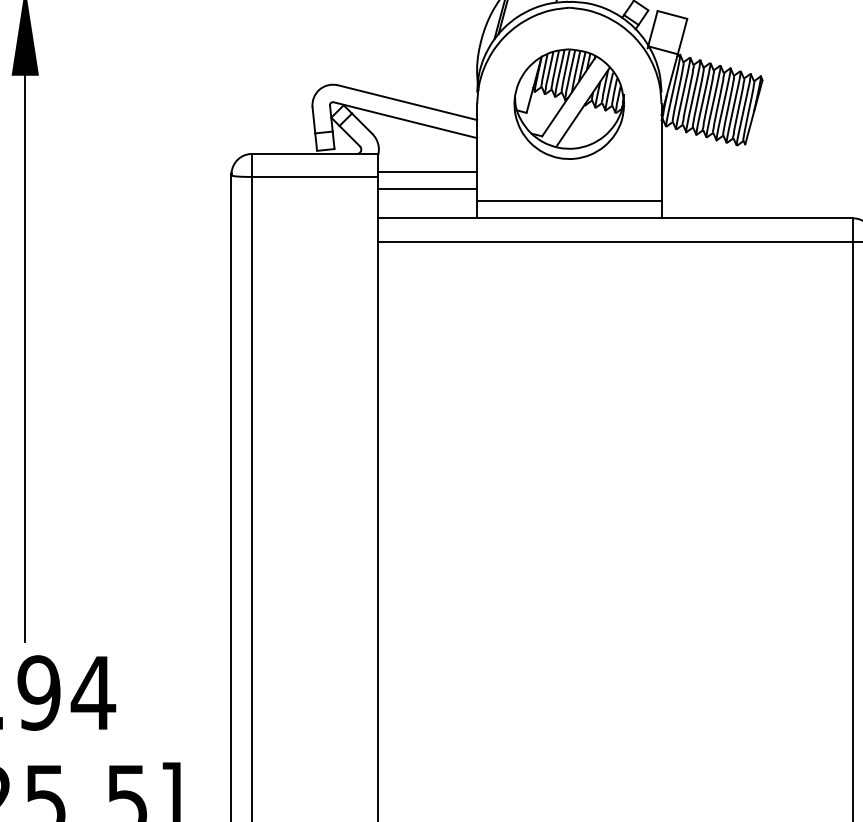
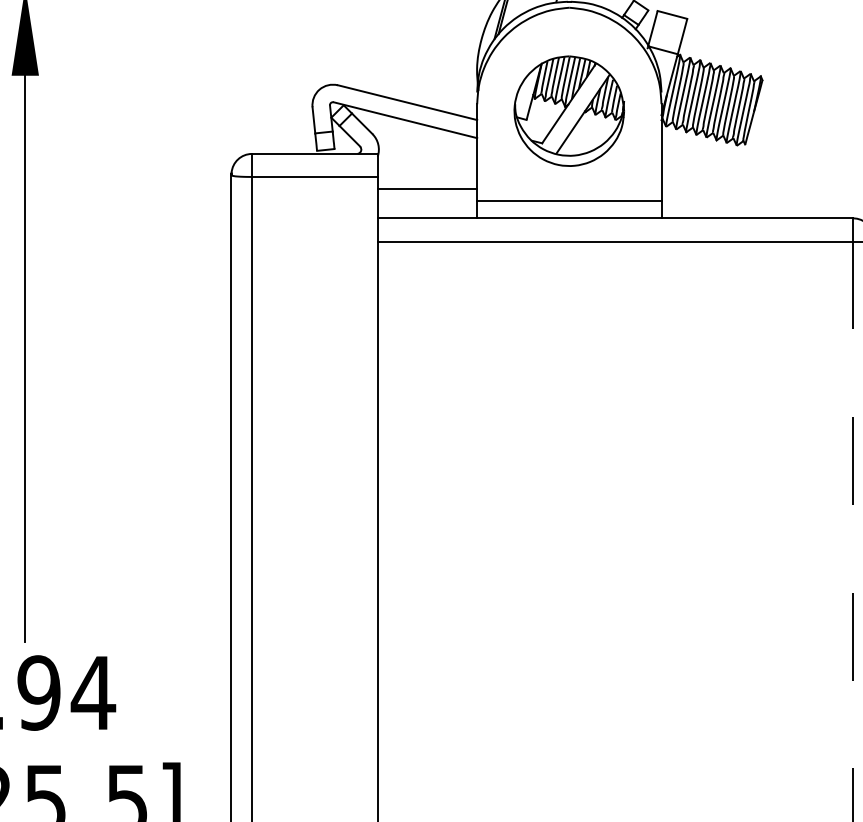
part at (568, 103) position: (568, 103) -> (568, 110)
line at (427, 171): present -> none
line at (853, 531): solid -> dashed
